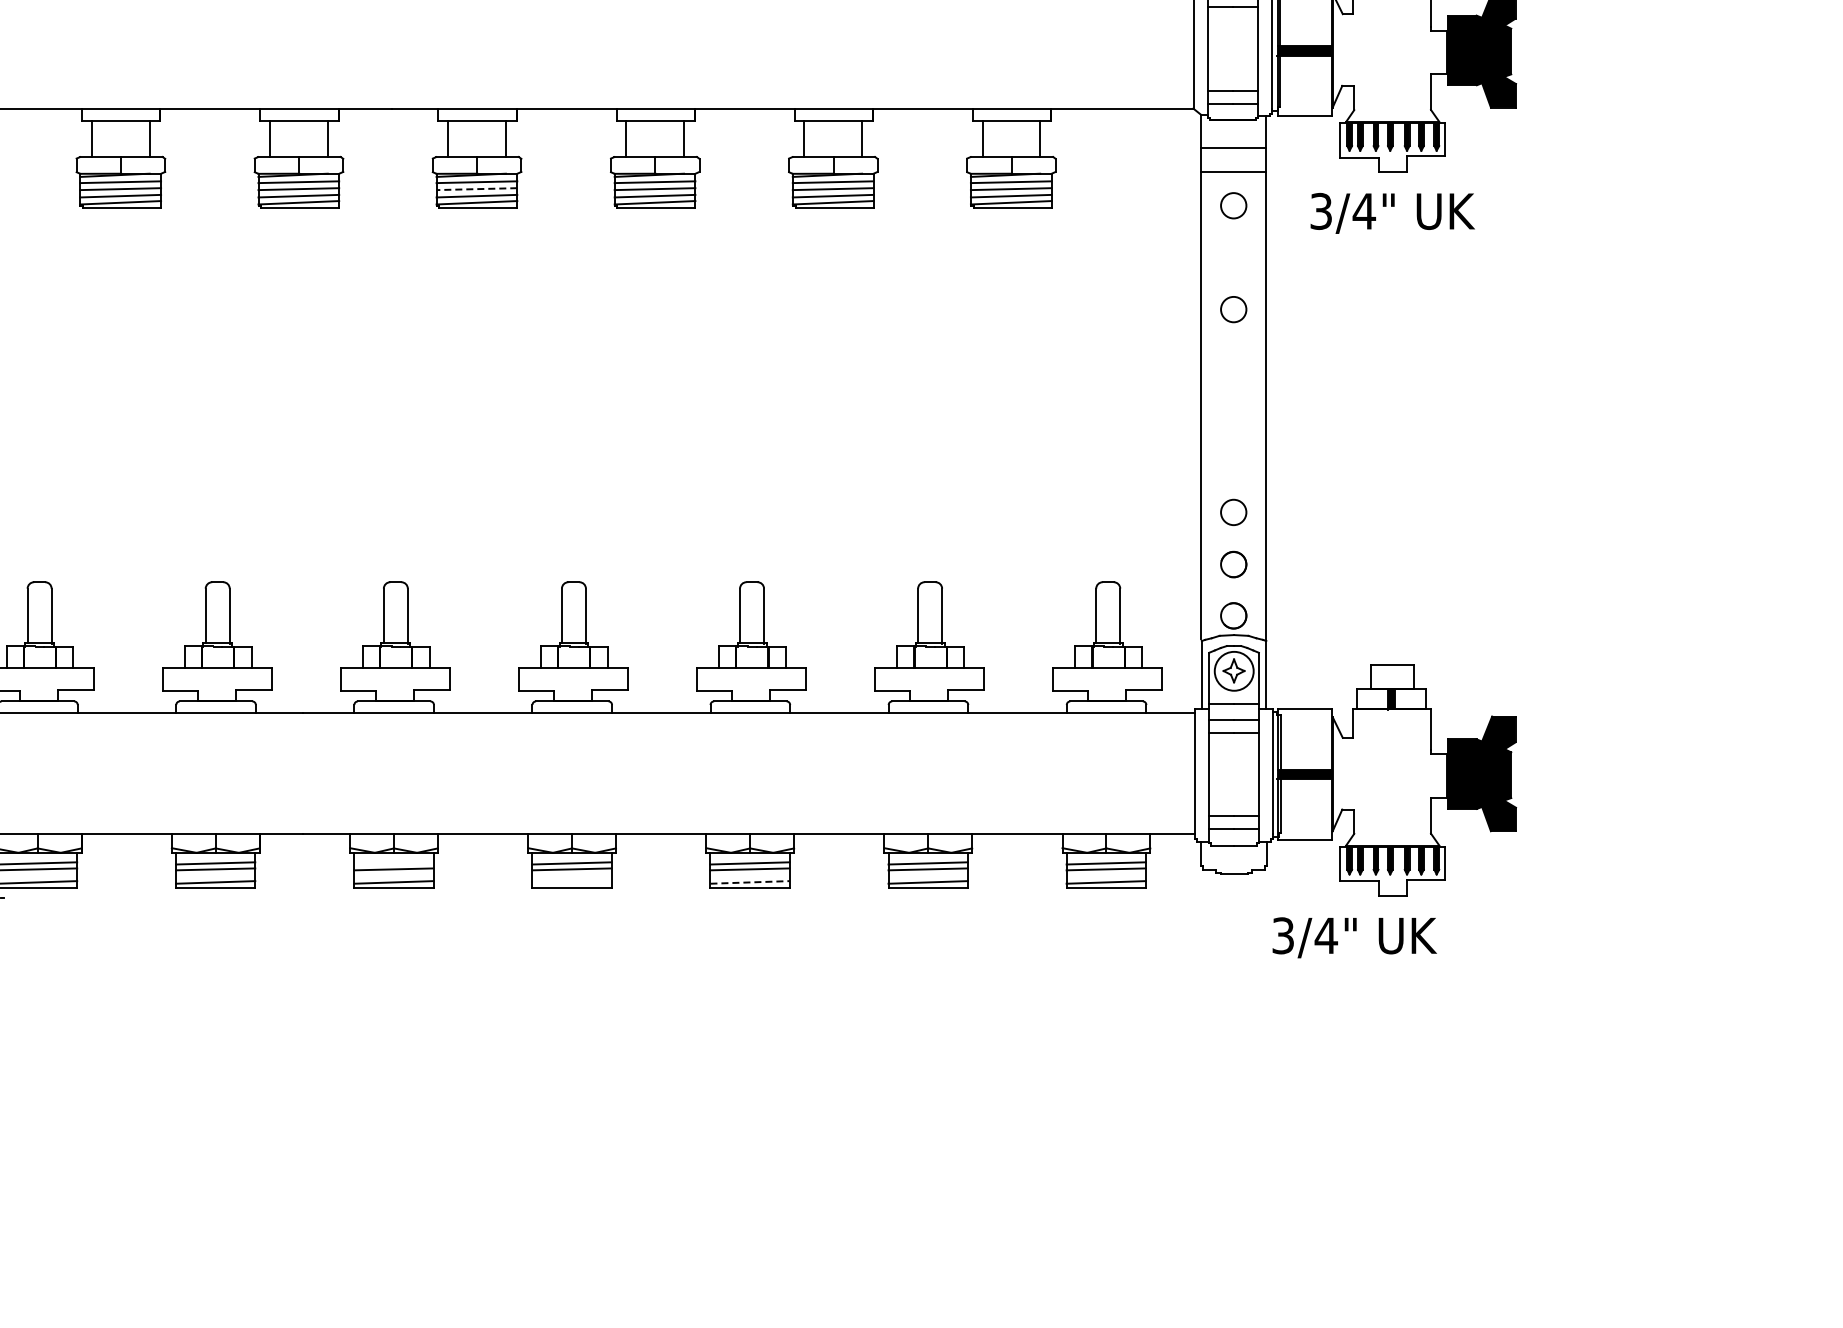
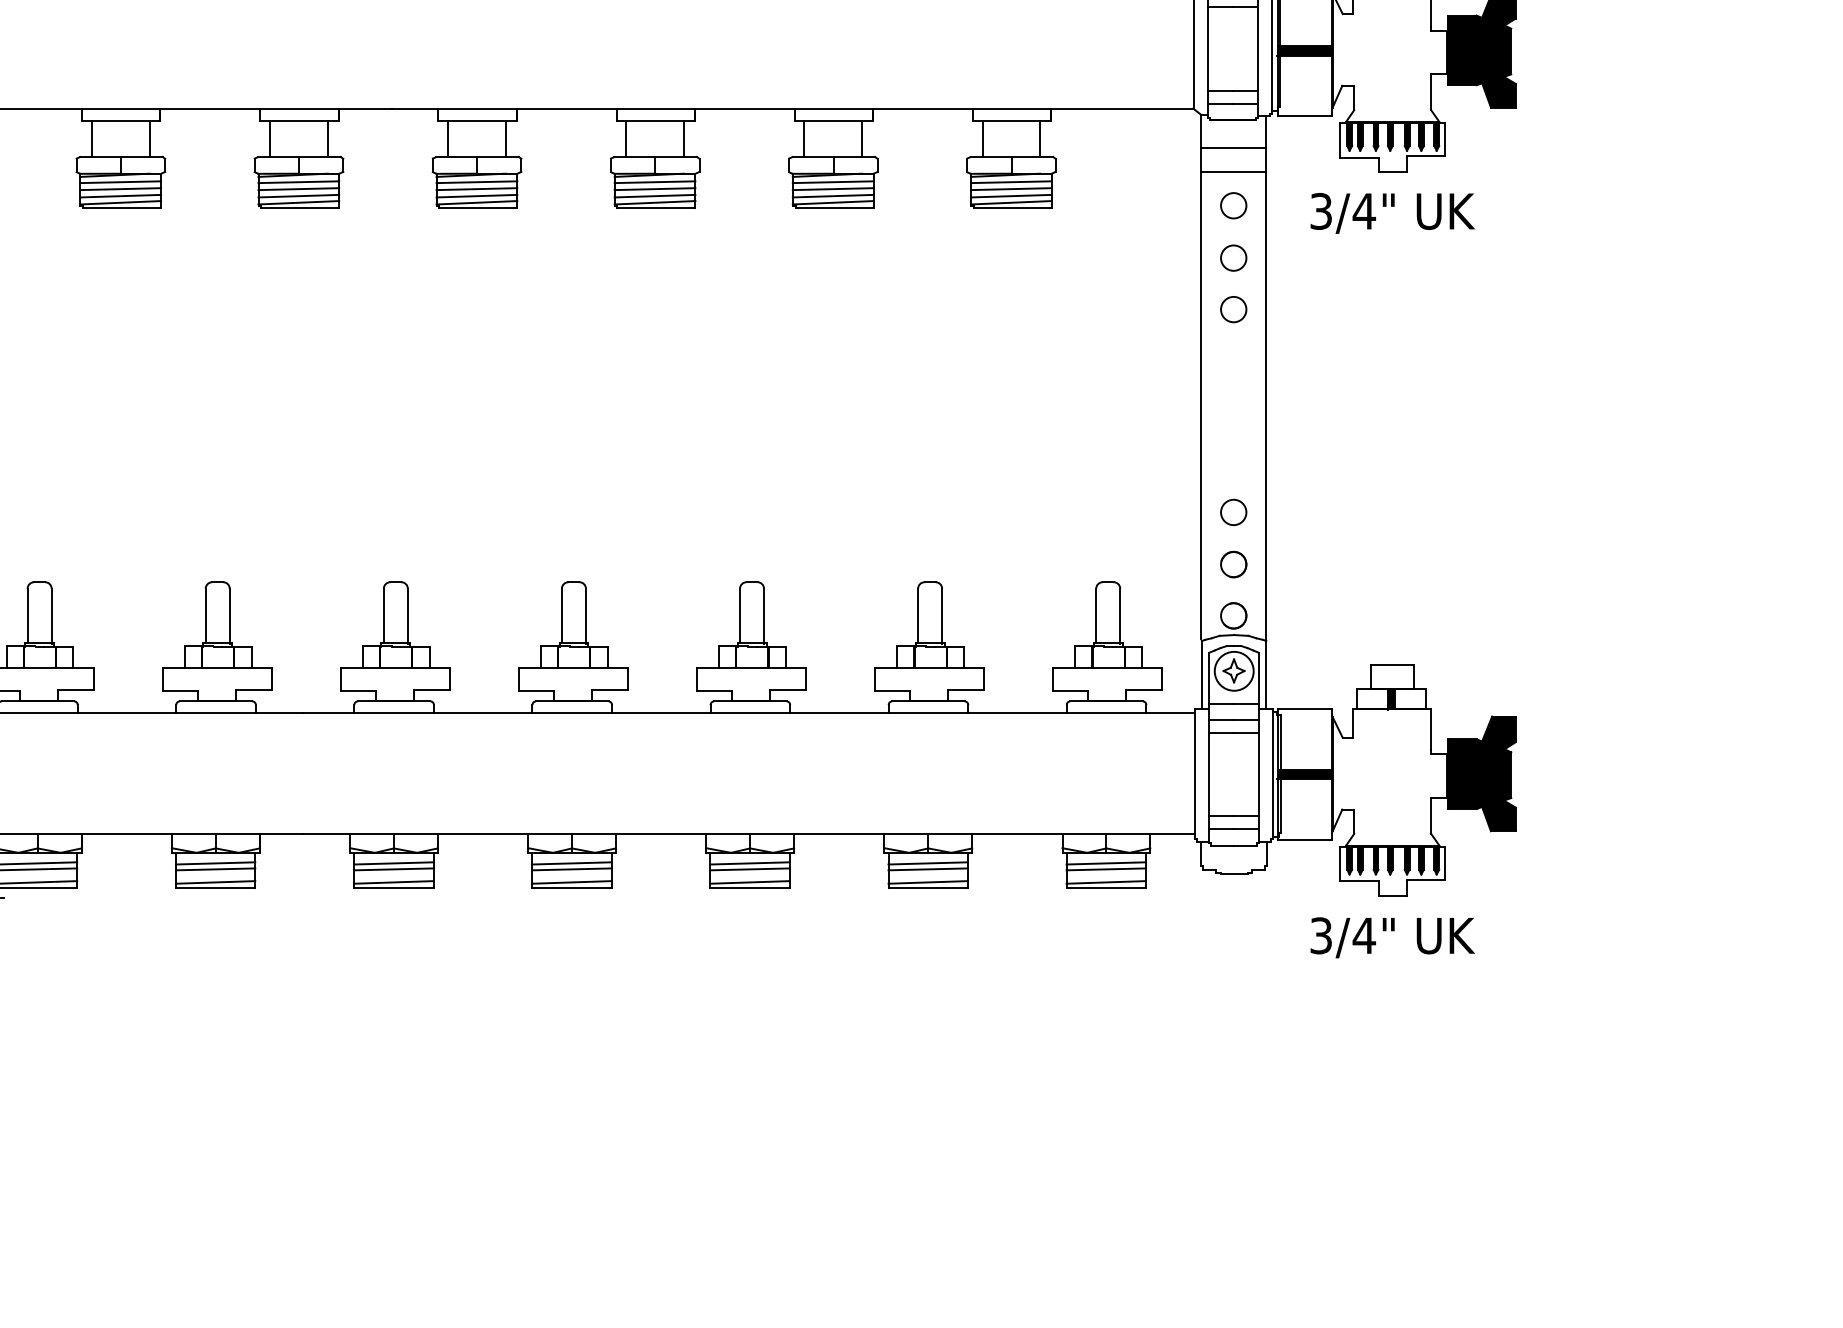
line at (476, 189): dashed -> solid
circle at (1233, 257): none -> present
line at (393, 863): none -> present
line at (571, 882): none -> present
line at (750, 882): dashed -> solid
text at (1354, 937) position: (1354, 937) -> (1392, 937)
